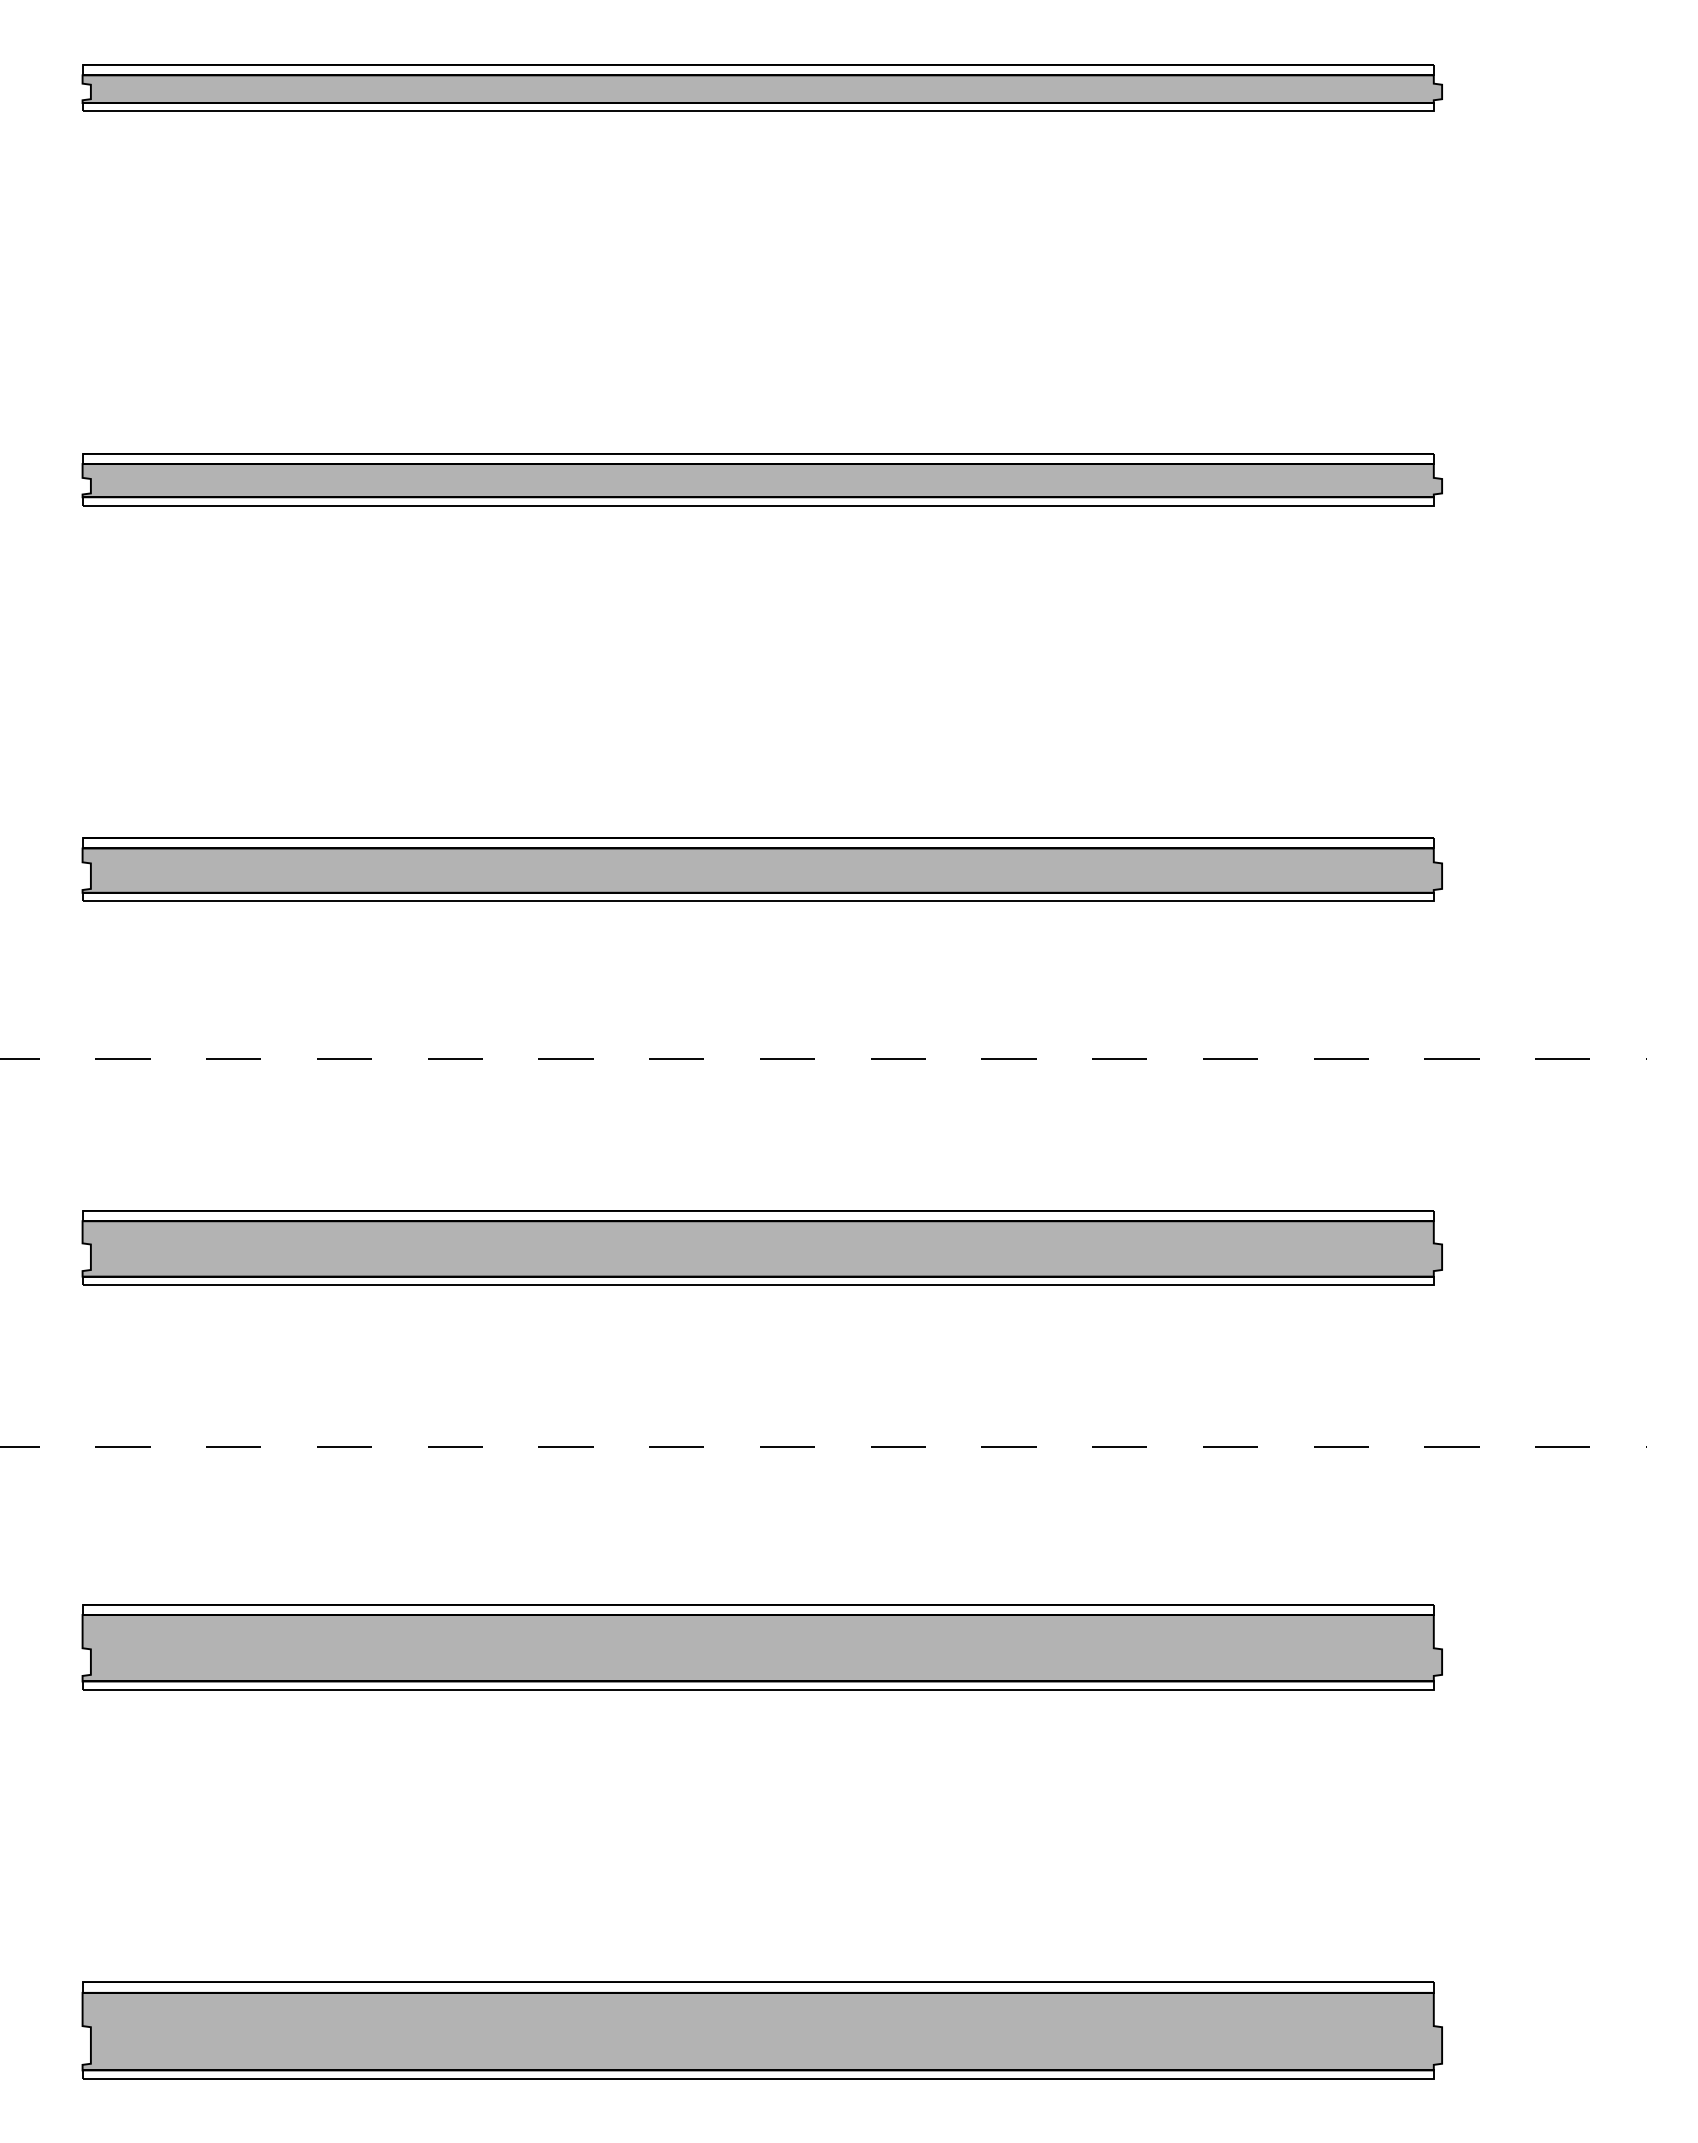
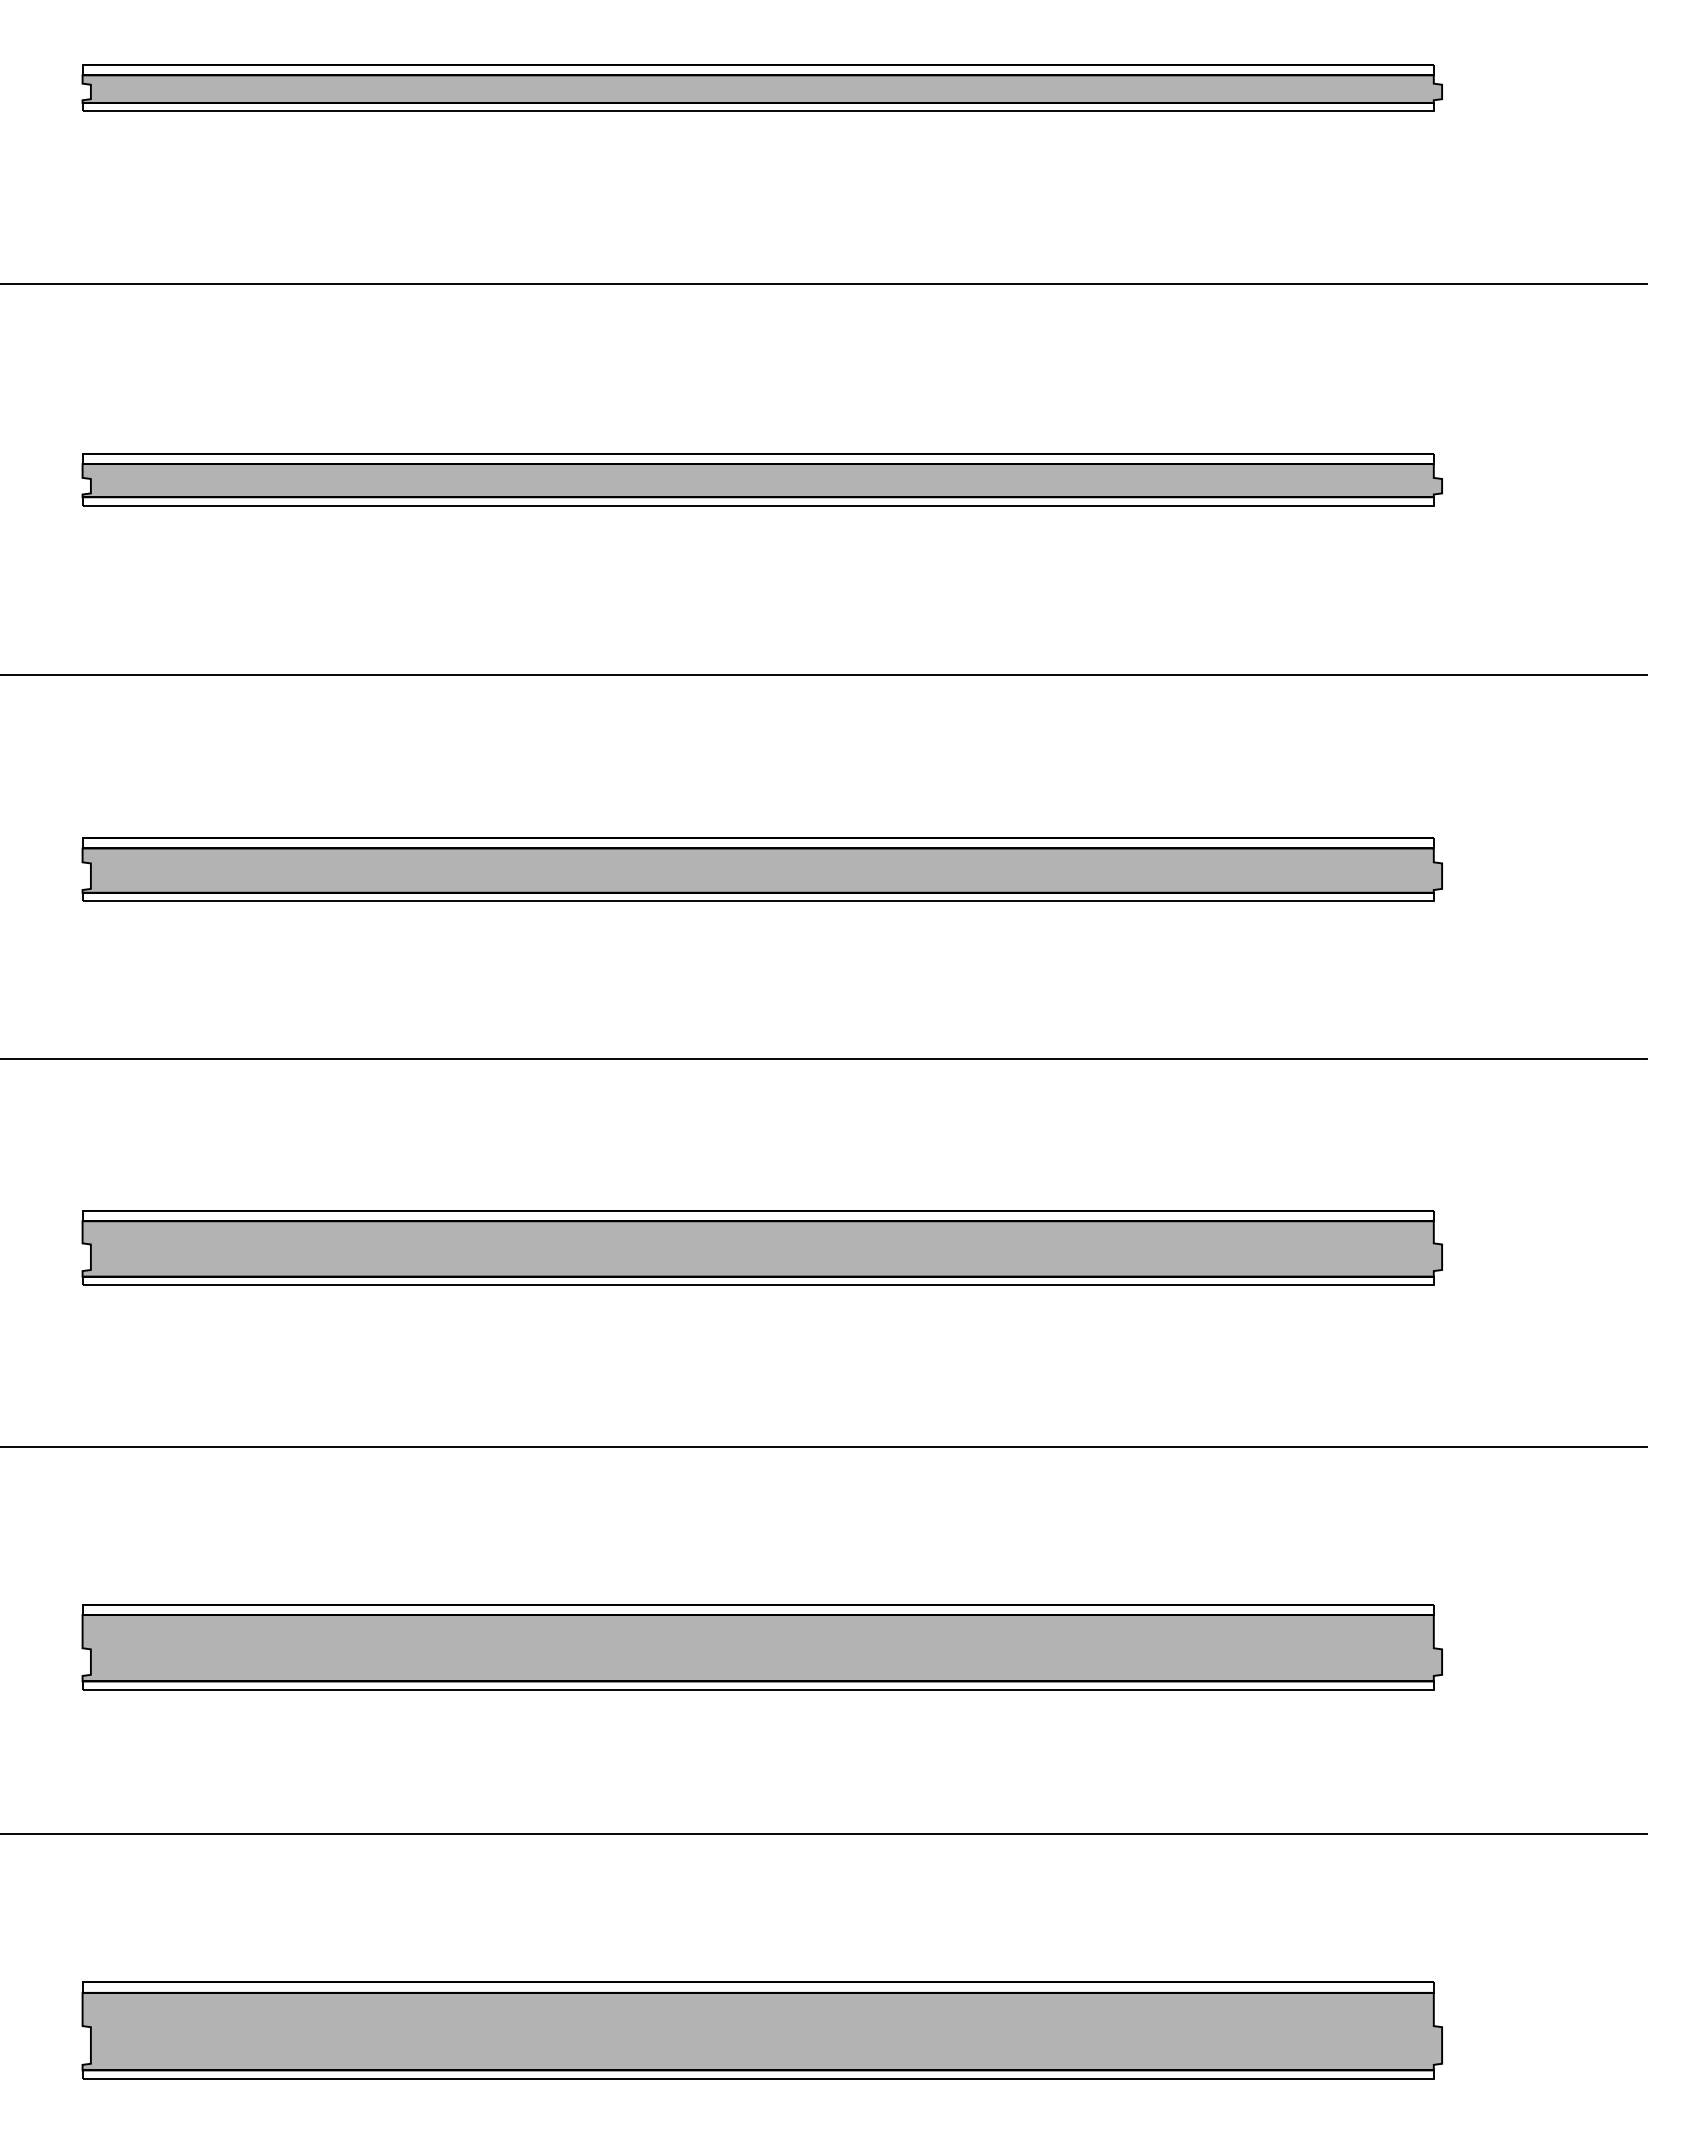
line at (824, 283): none -> present
line at (824, 674): none -> present
line at (824, 1059): dashed -> solid
line at (824, 1446): dashed -> solid
line at (824, 1834): none -> present
